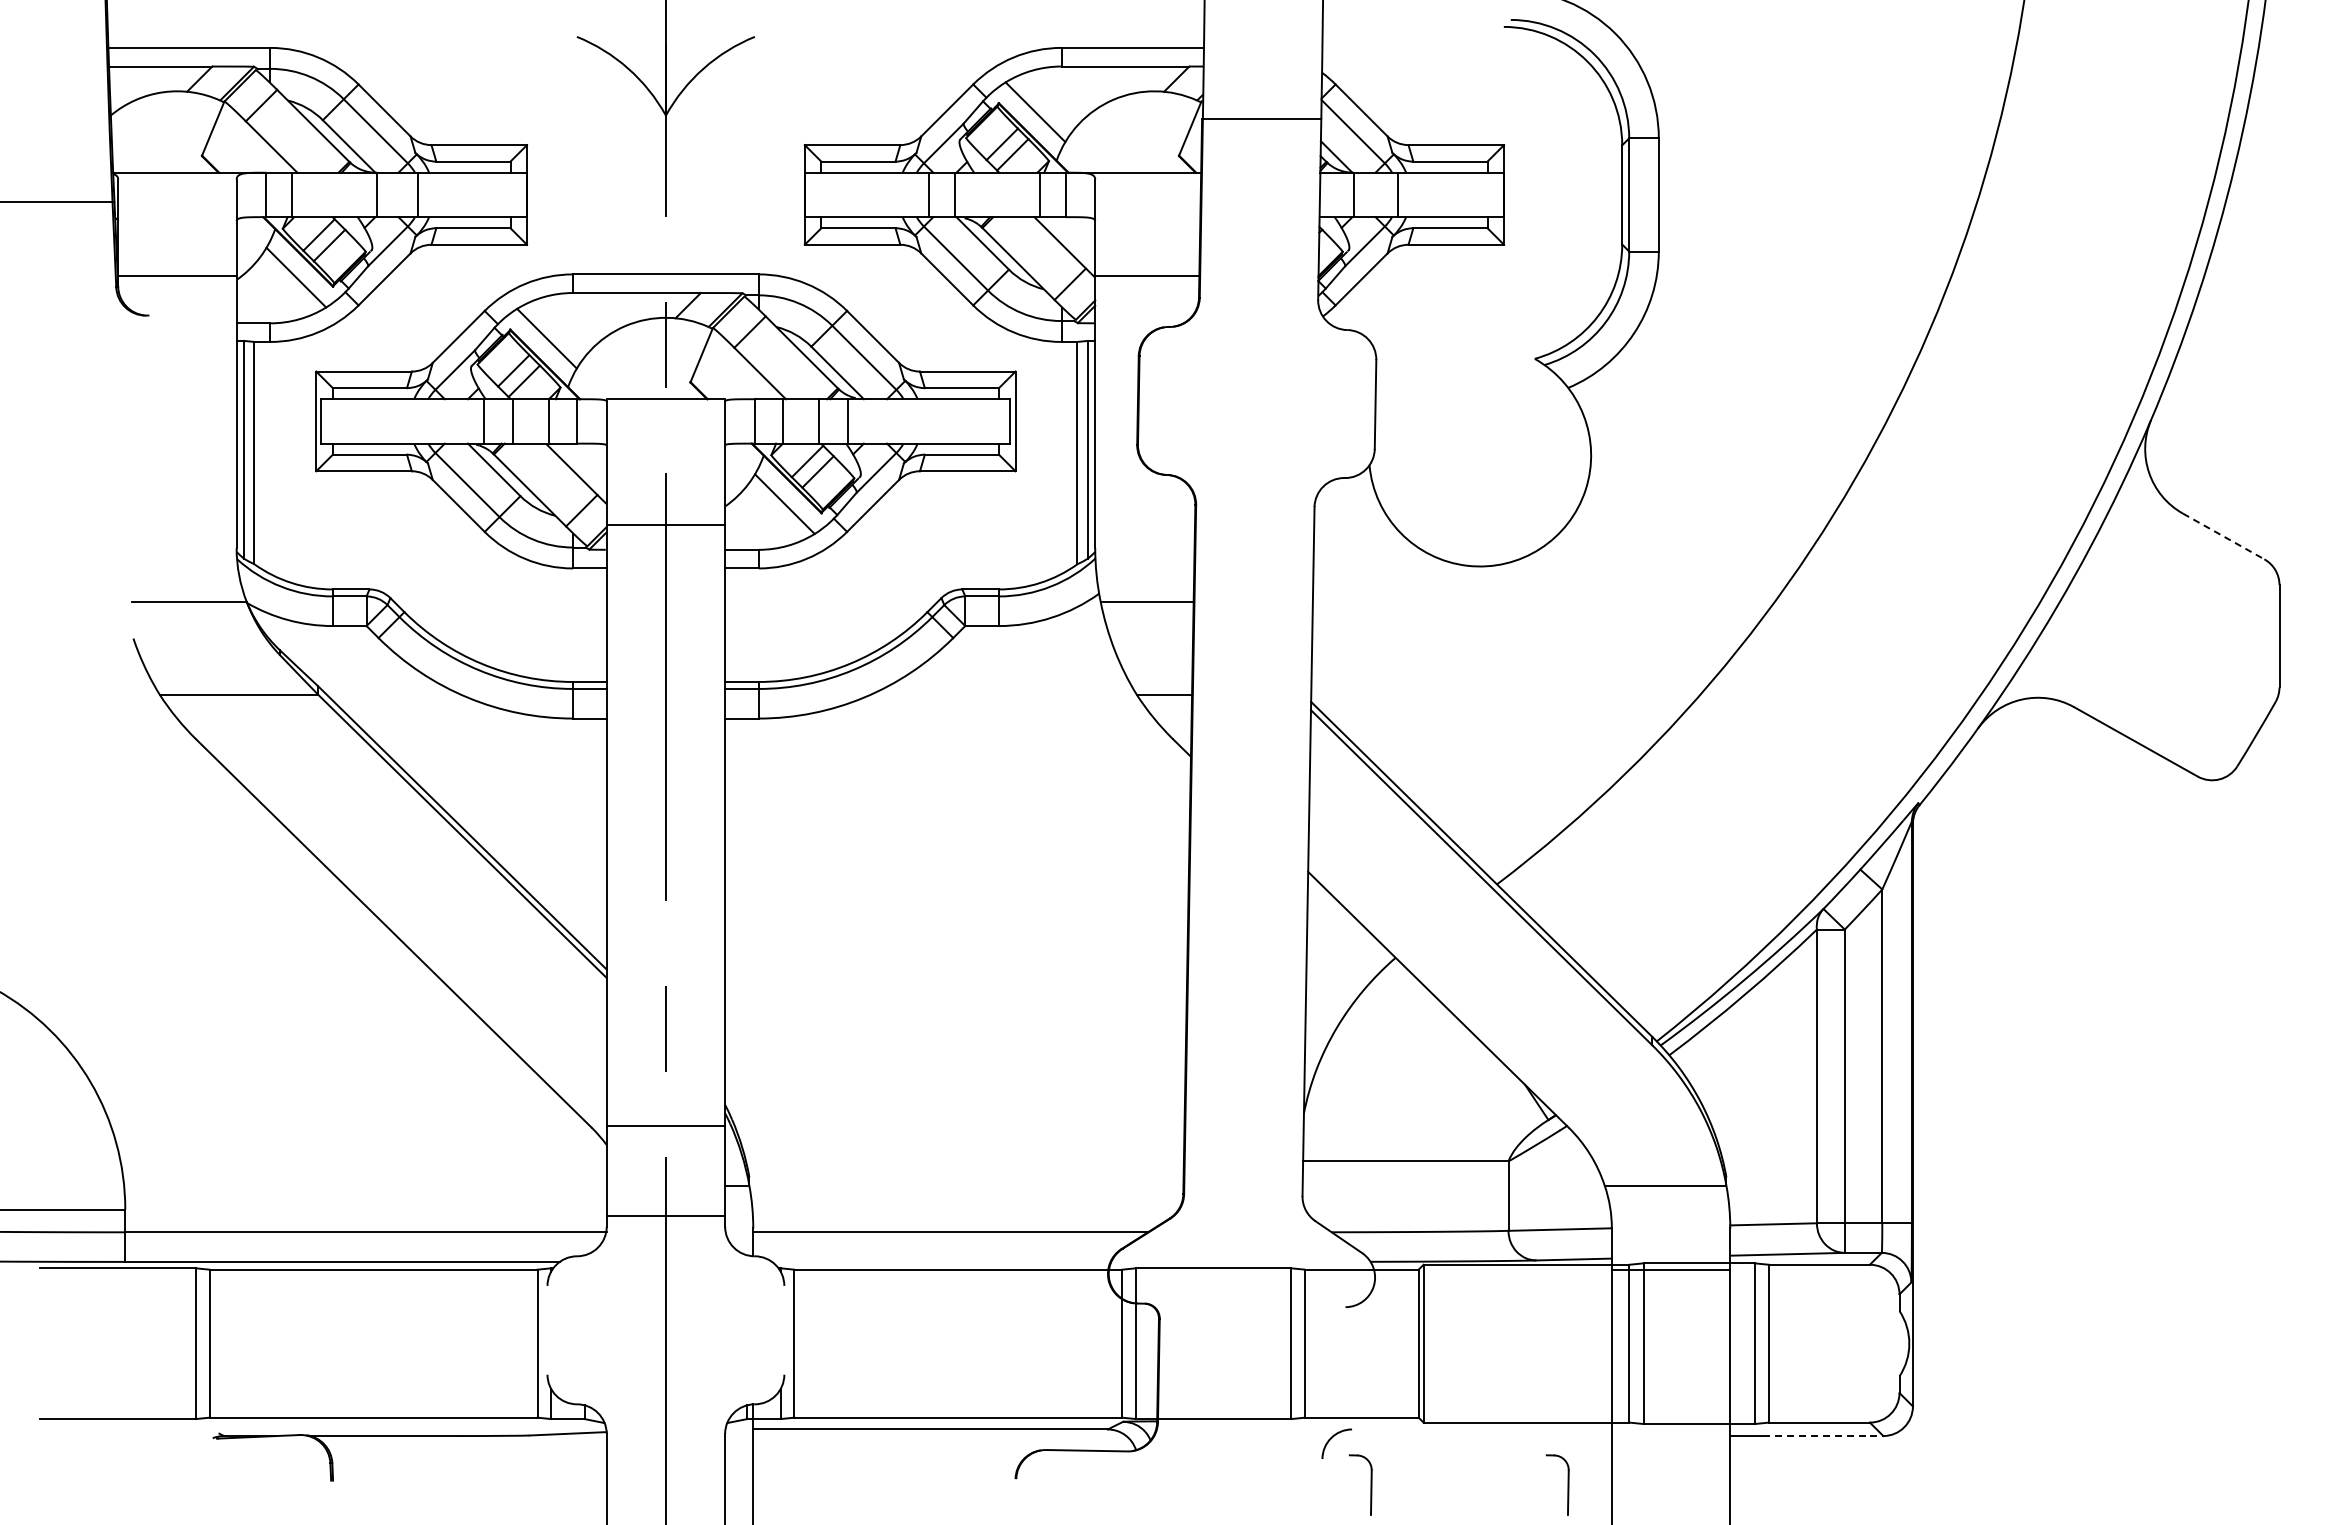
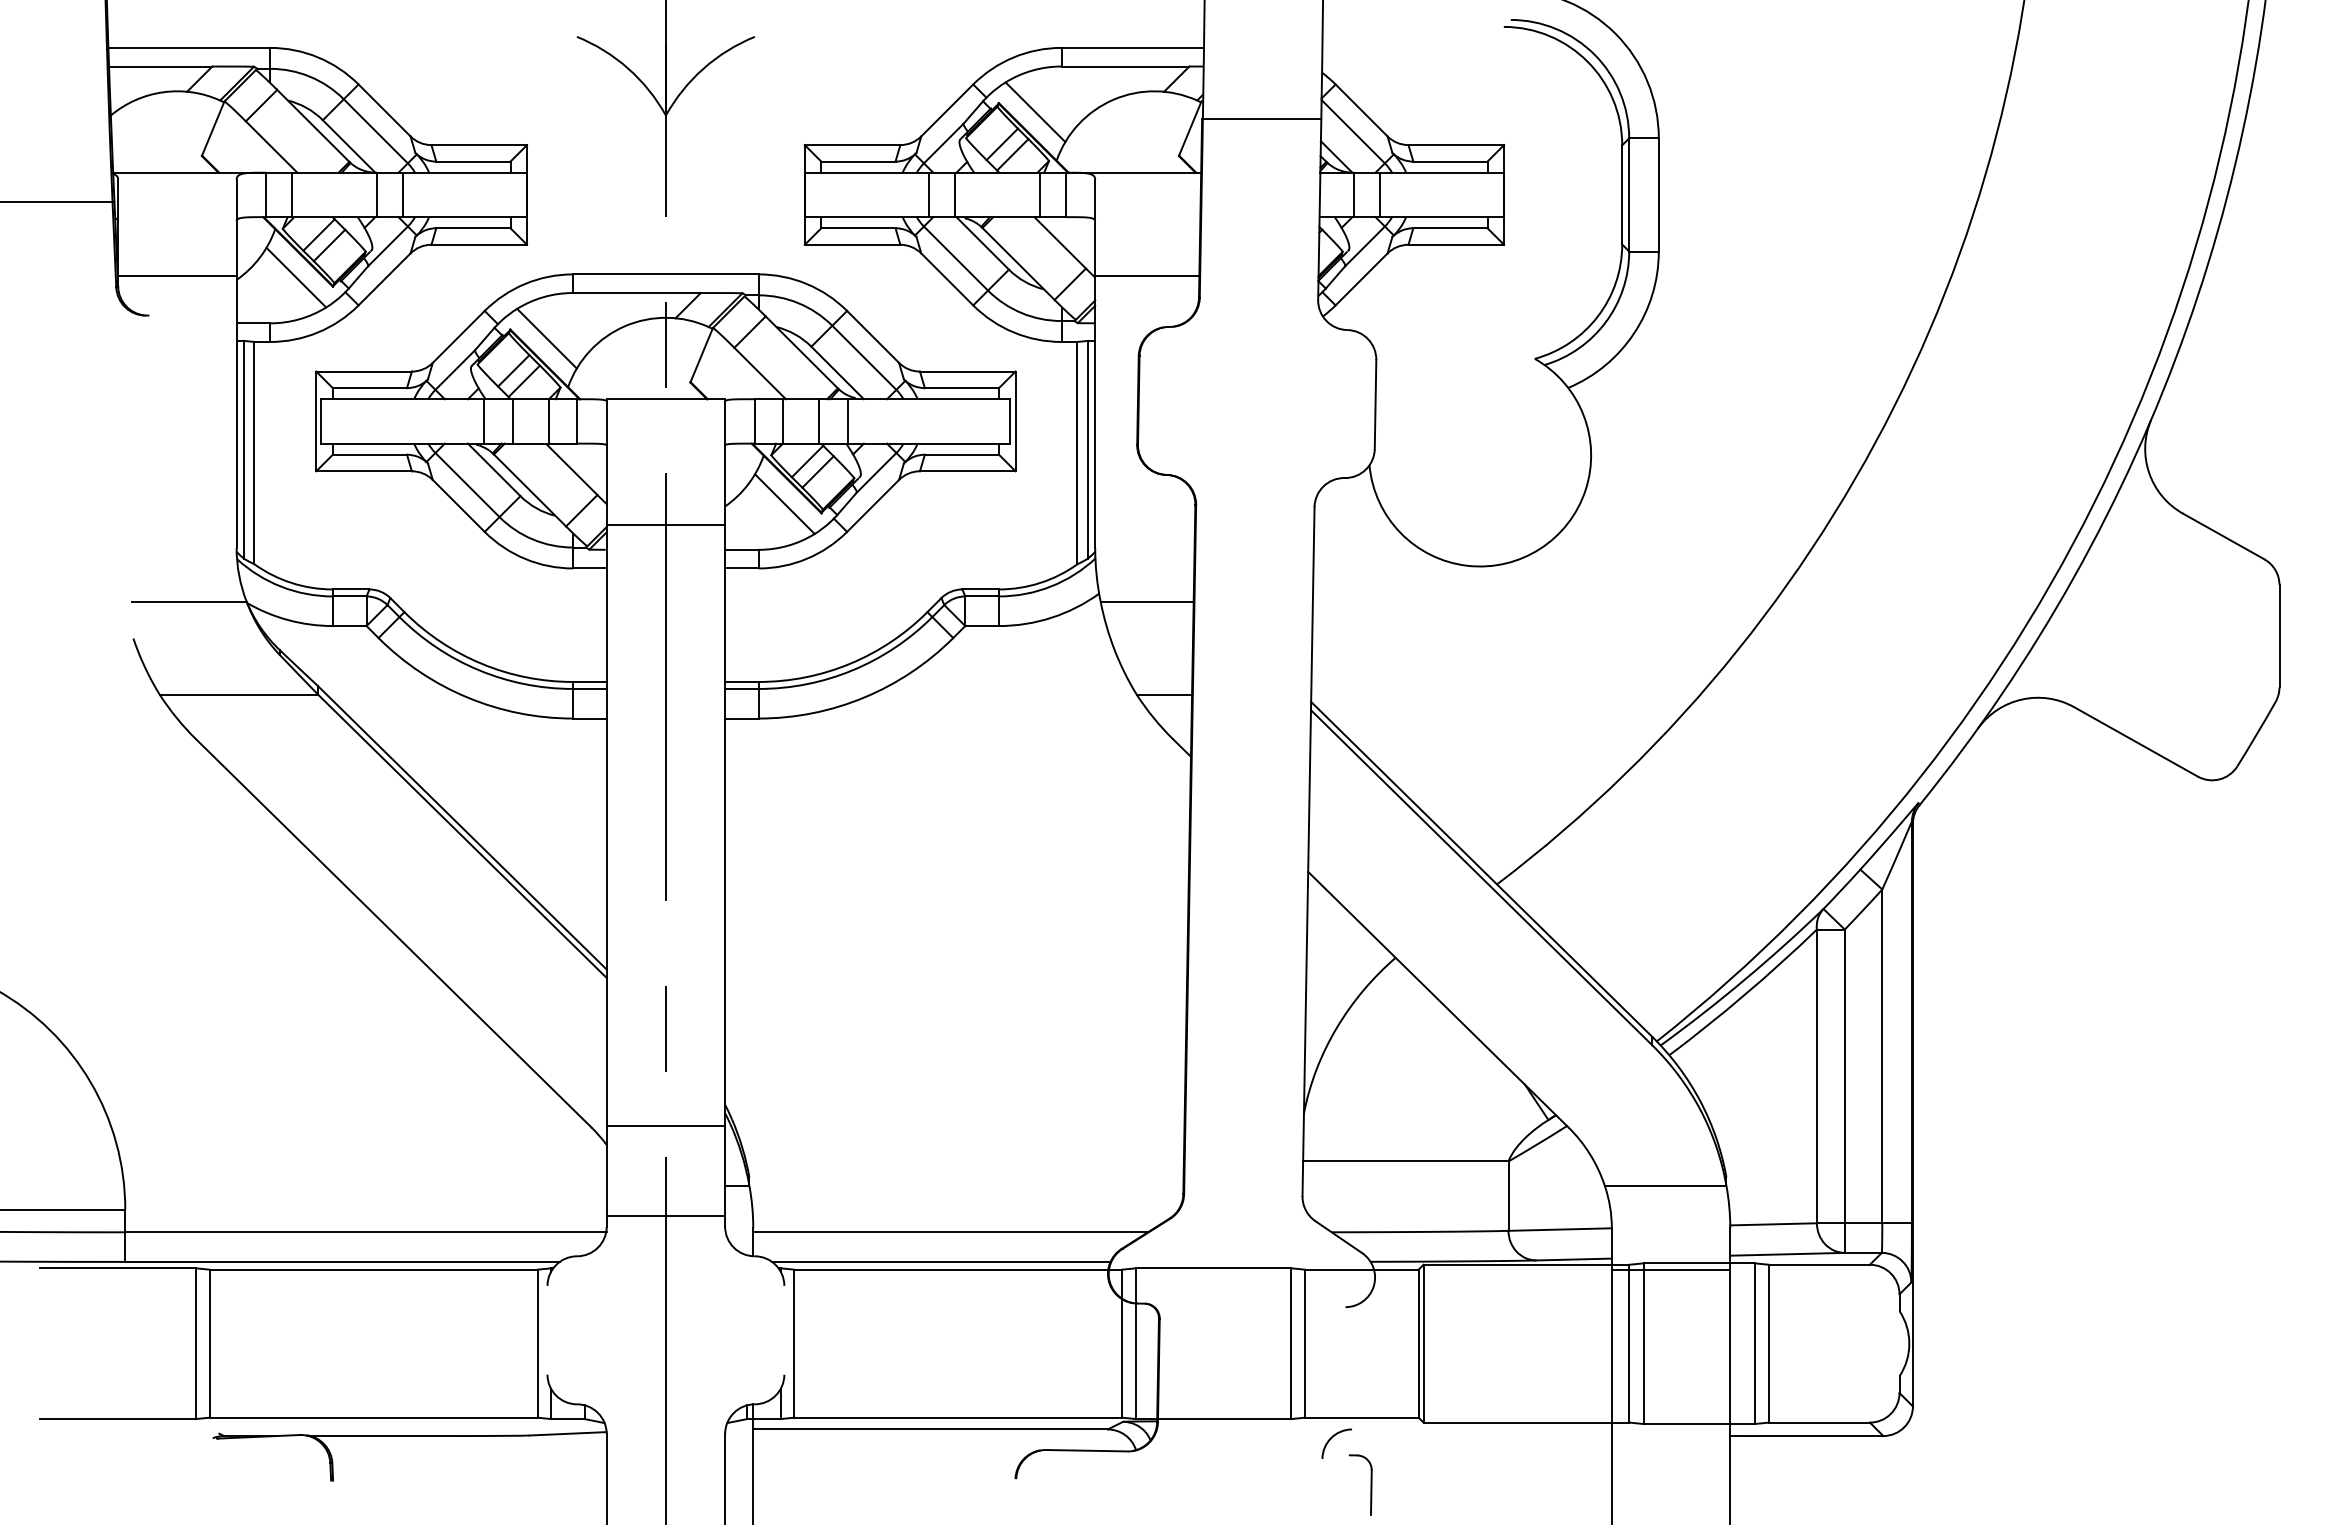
line at (417, 194) position: (417, 194) -> (402, 194)
line at (1398, 194) position: (1398, 194) -> (1380, 194)
line at (2223, 536): dashed -> solid
line at (941, 1261): none -> present
line at (1823, 1436): dashed -> solid
part at (1567, 1484): present -> none
